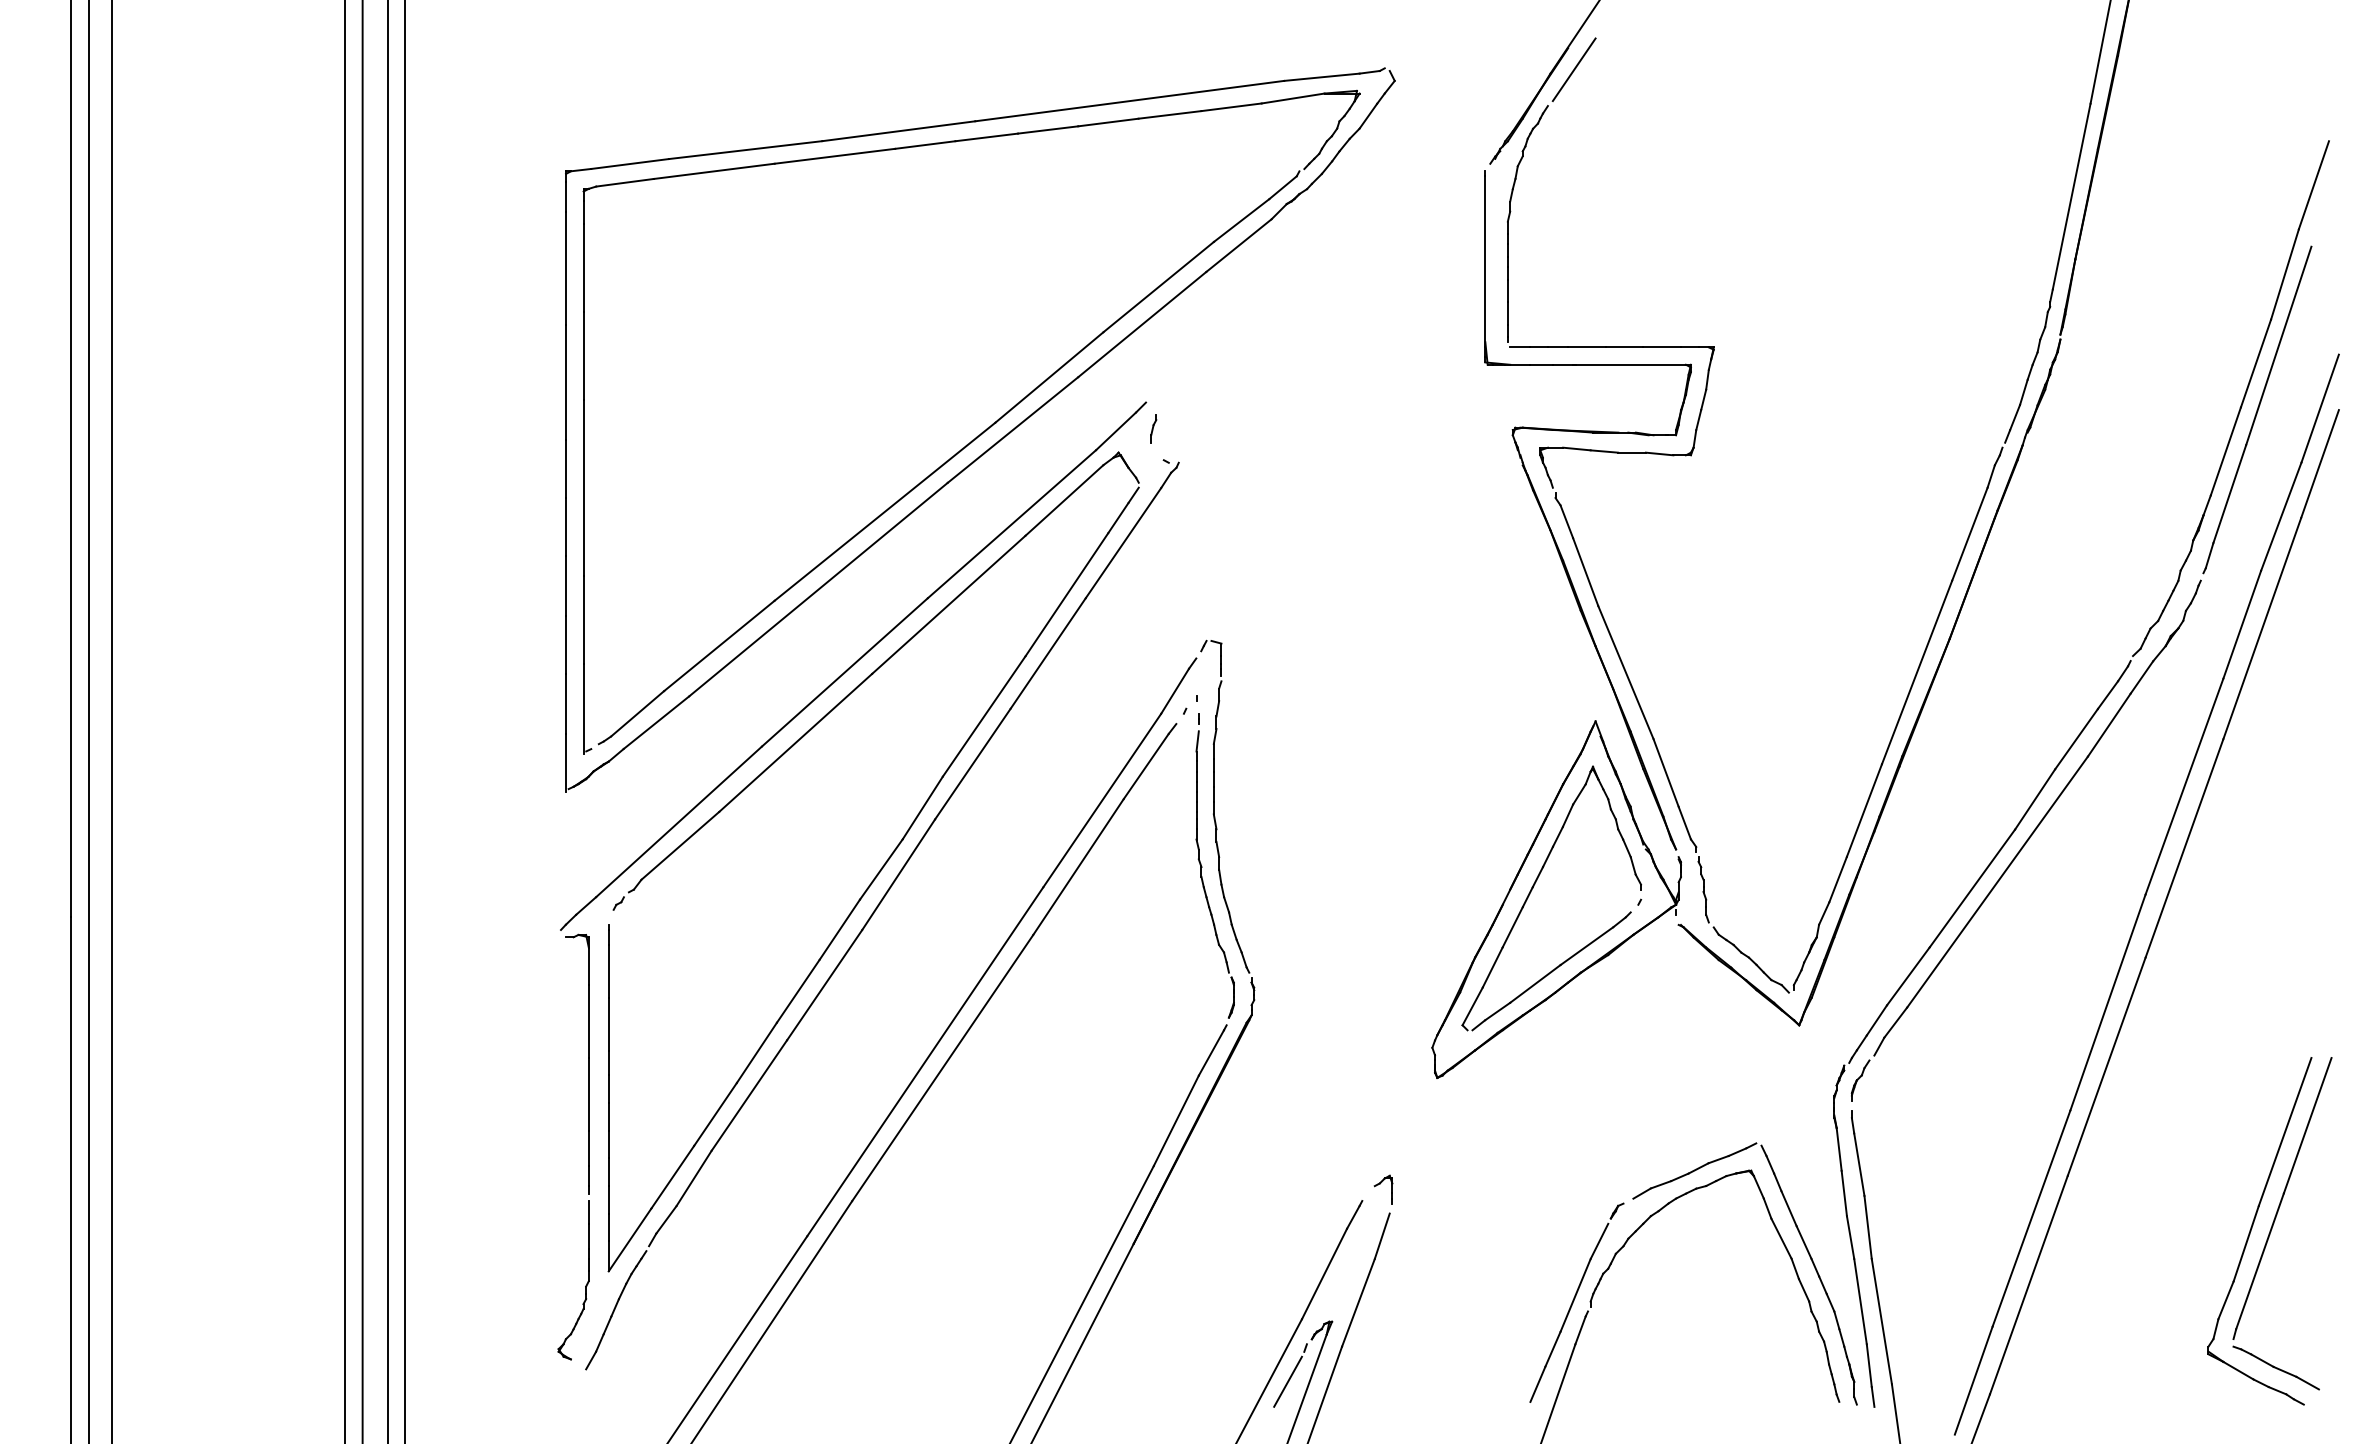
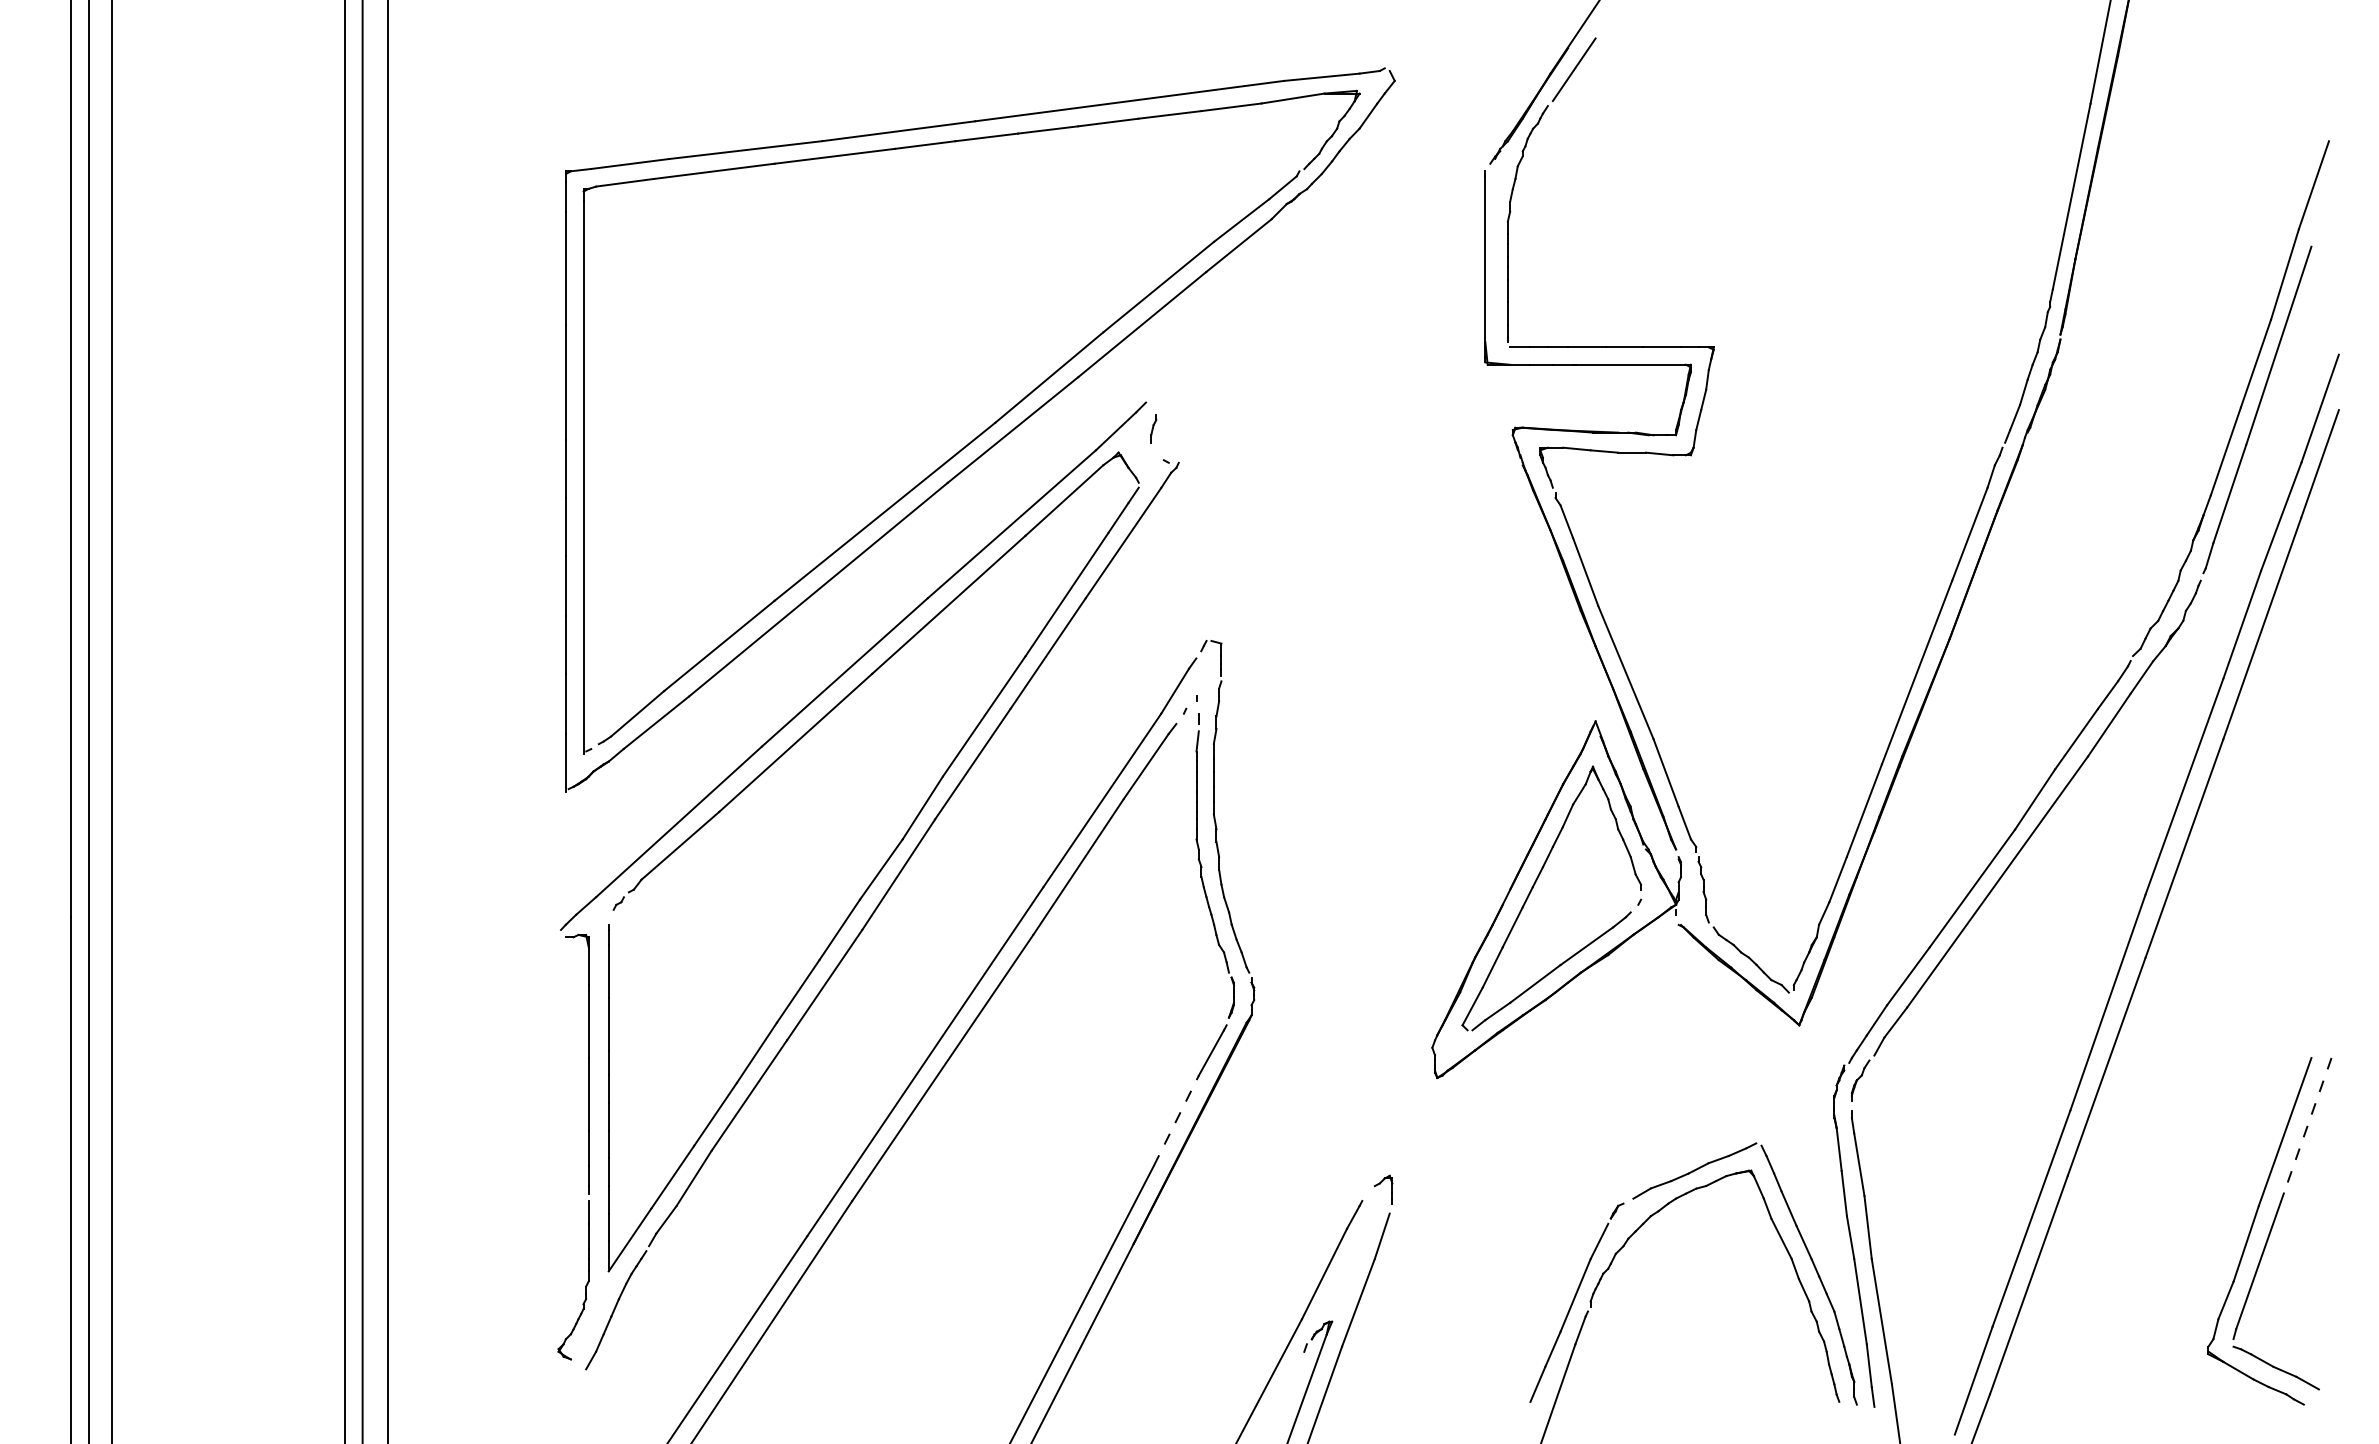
line at (405, 721): present -> none
line at (1176, 1120): solid -> dashed
line at (2307, 1125): solid -> dashed
line at (1287, 1381): present -> none
